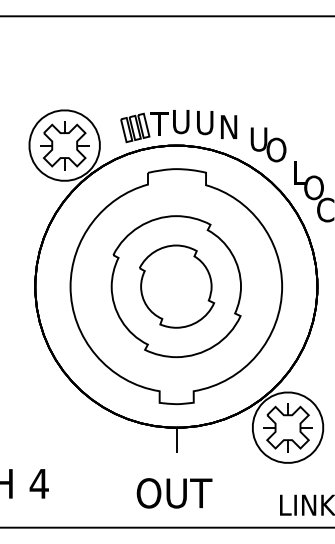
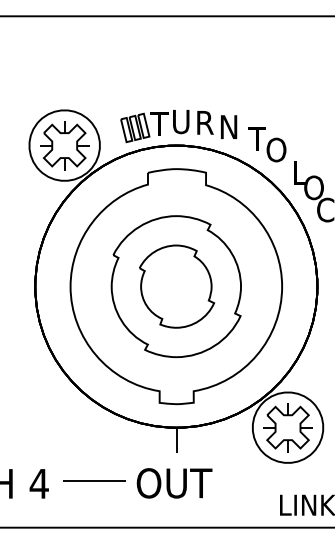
text at (205, 123): U -> R
text at (257, 139): U -> T
line at (94, 480): none -> present
text at (174, 493) position: (174, 493) -> (174, 483)
